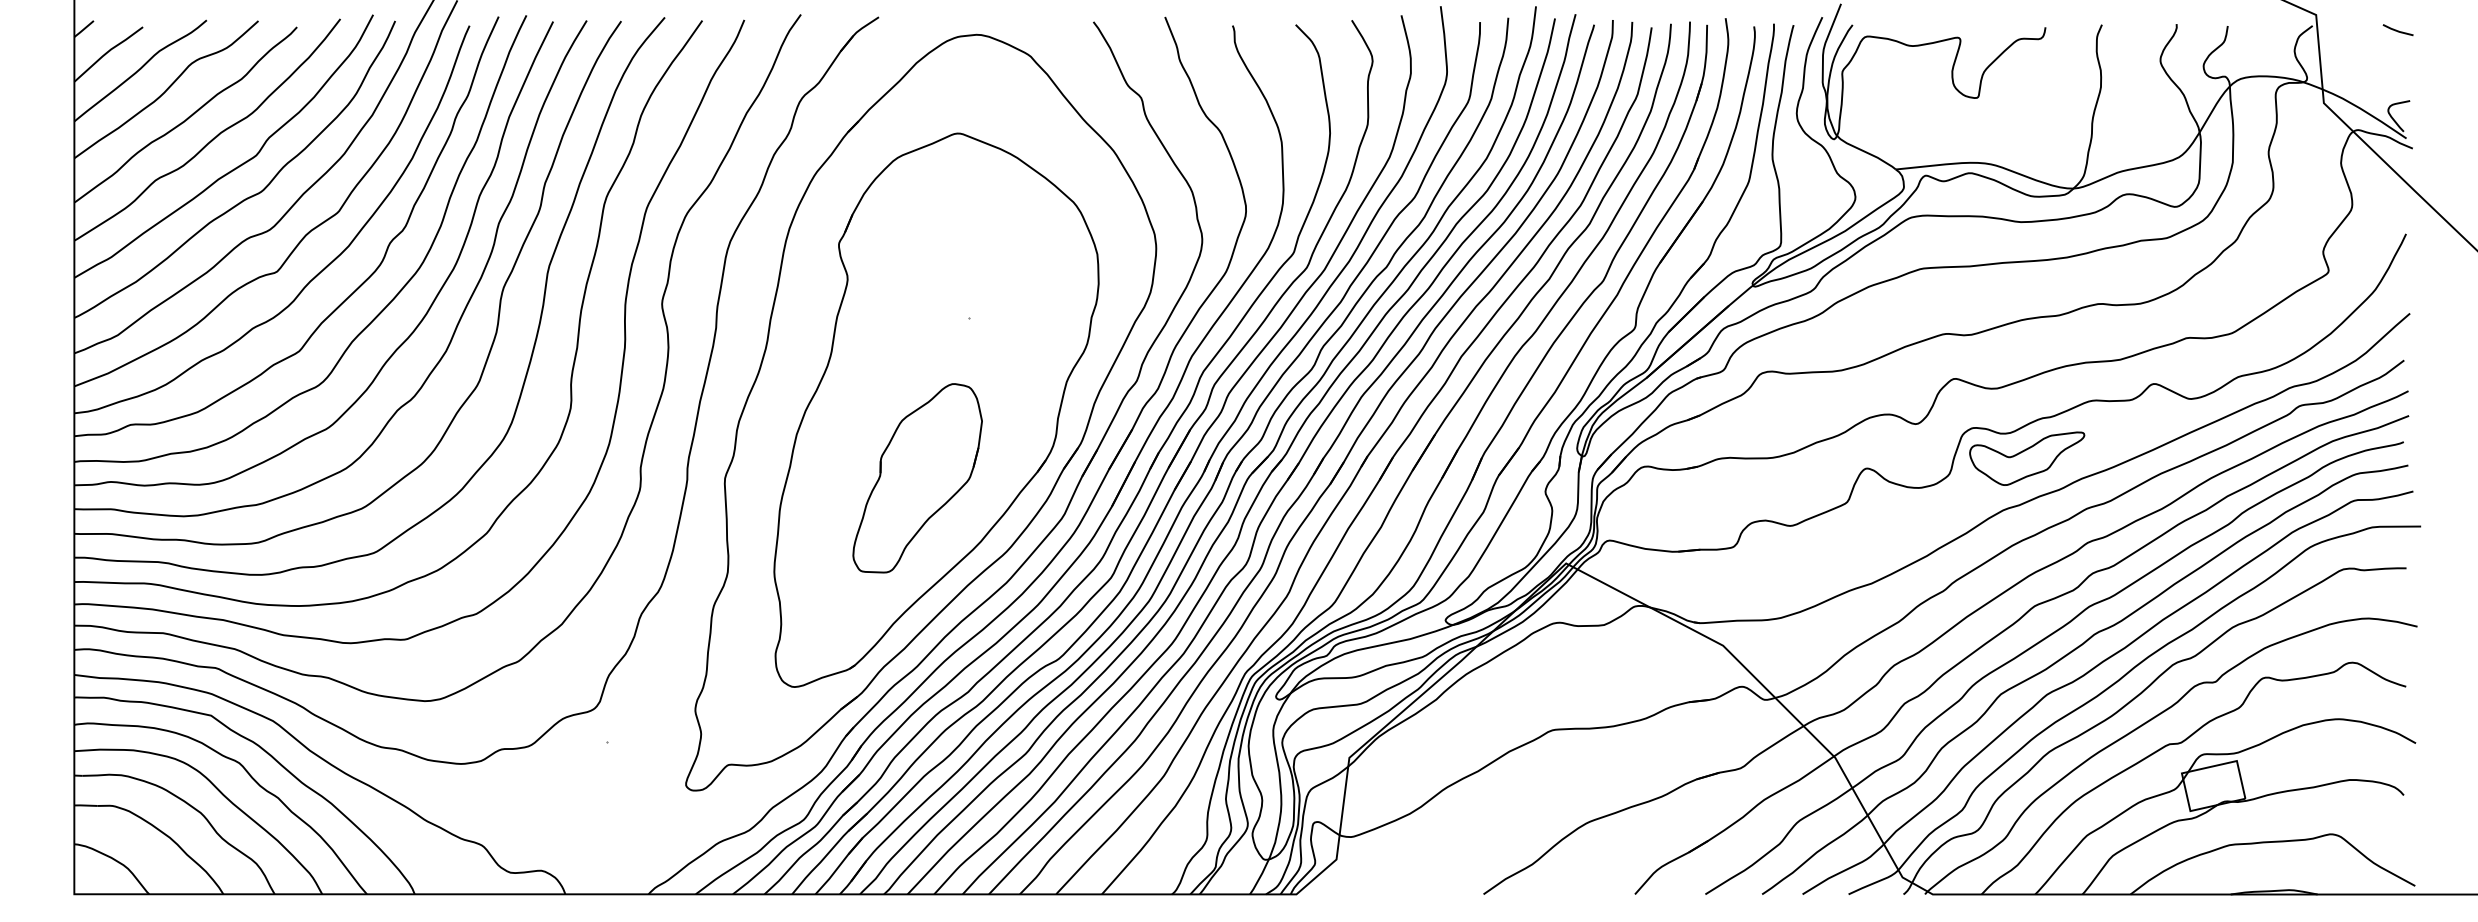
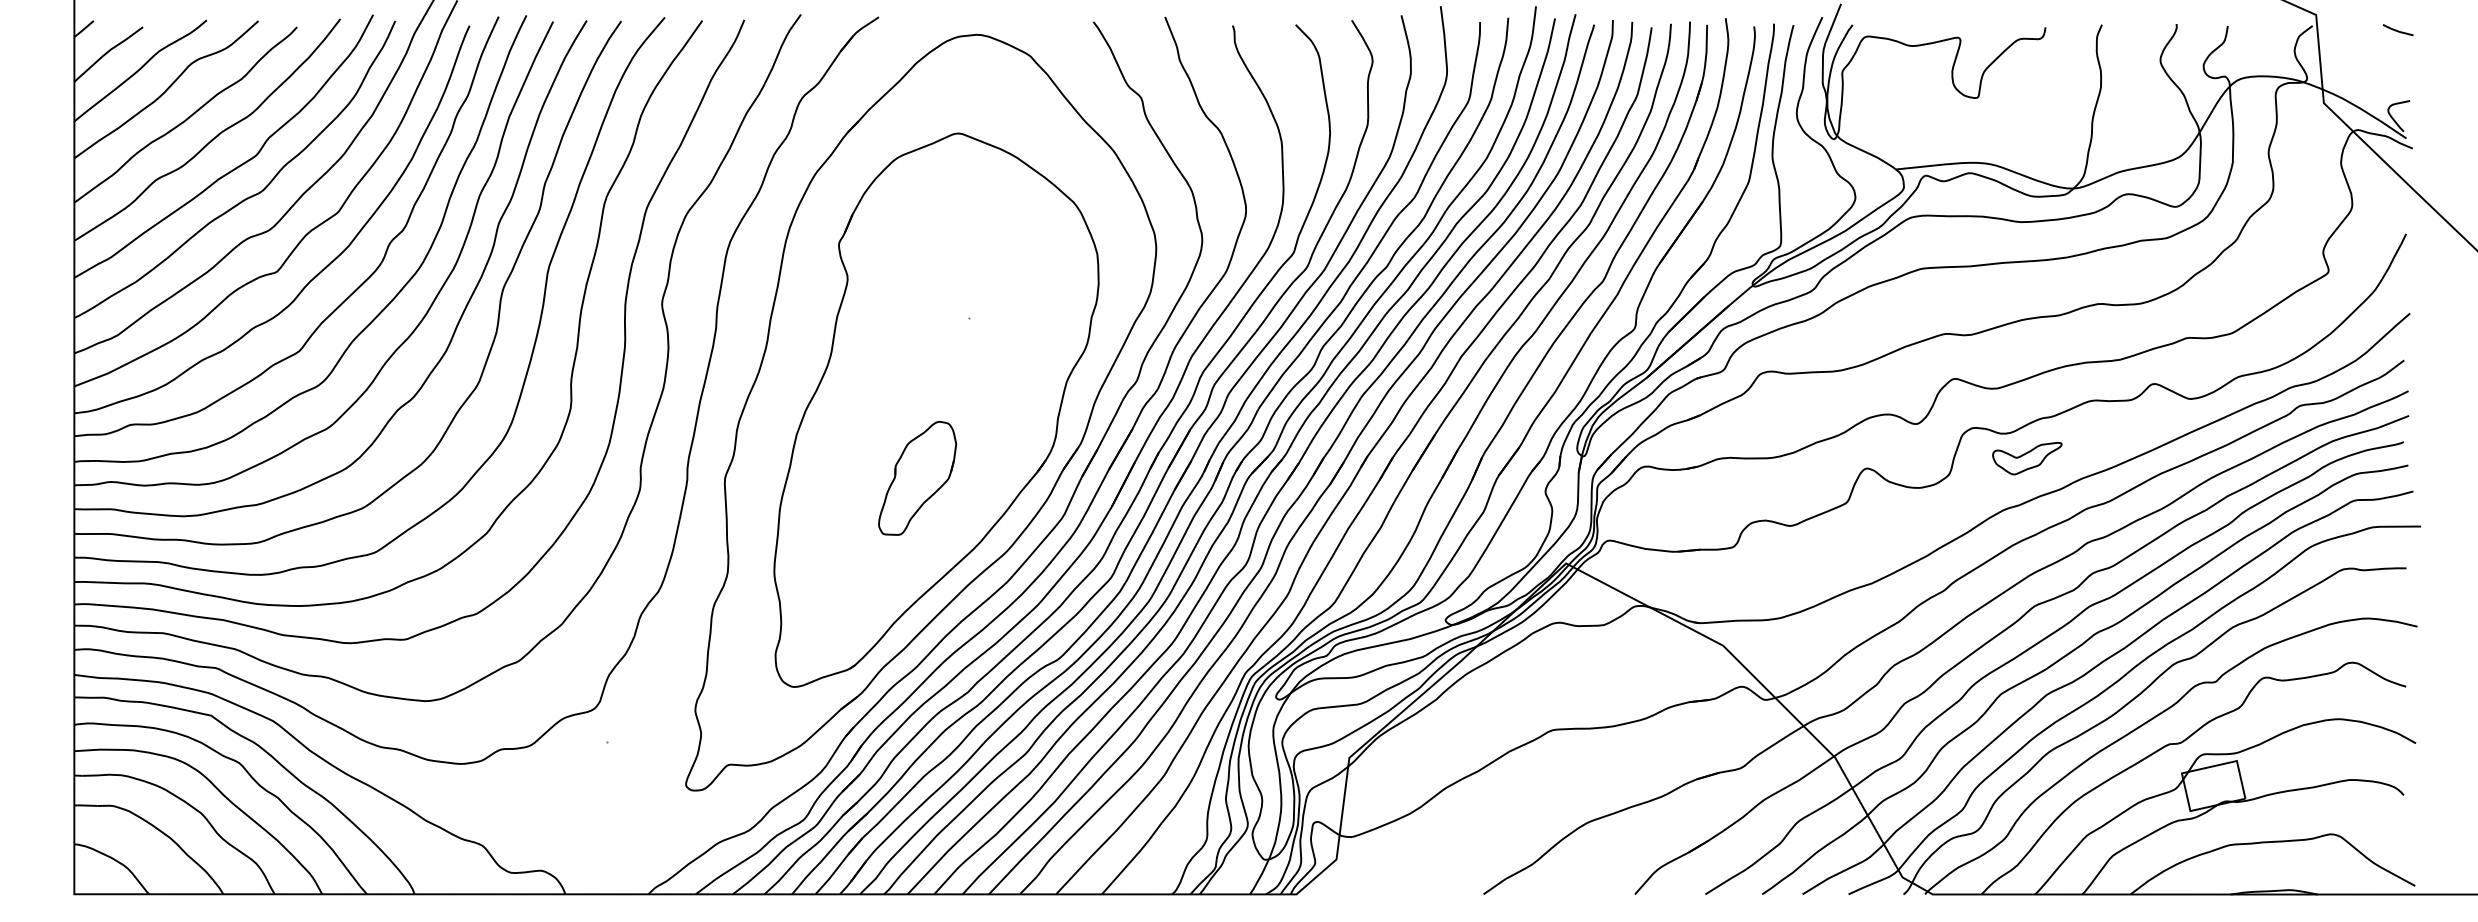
part at (2027, 458) size: 117x55 px -> 71x34 px
part at (917, 478) size: 131x191 px -> 80x115 px
